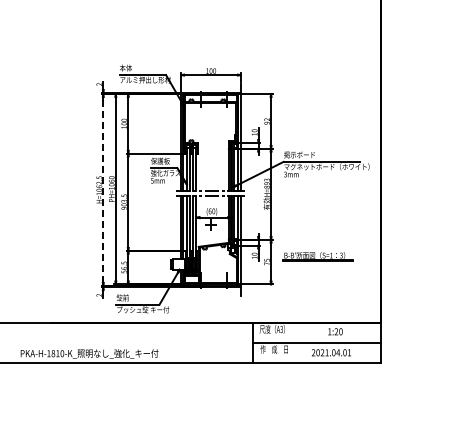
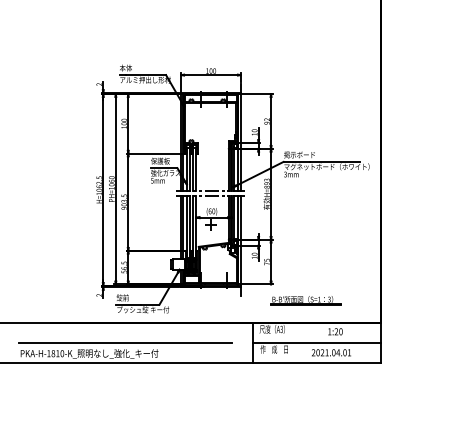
line at (103, 189): dashed -> solid
part at (317, 256) position: (317, 256) -> (305, 300)
line at (124, 342): none -> present
